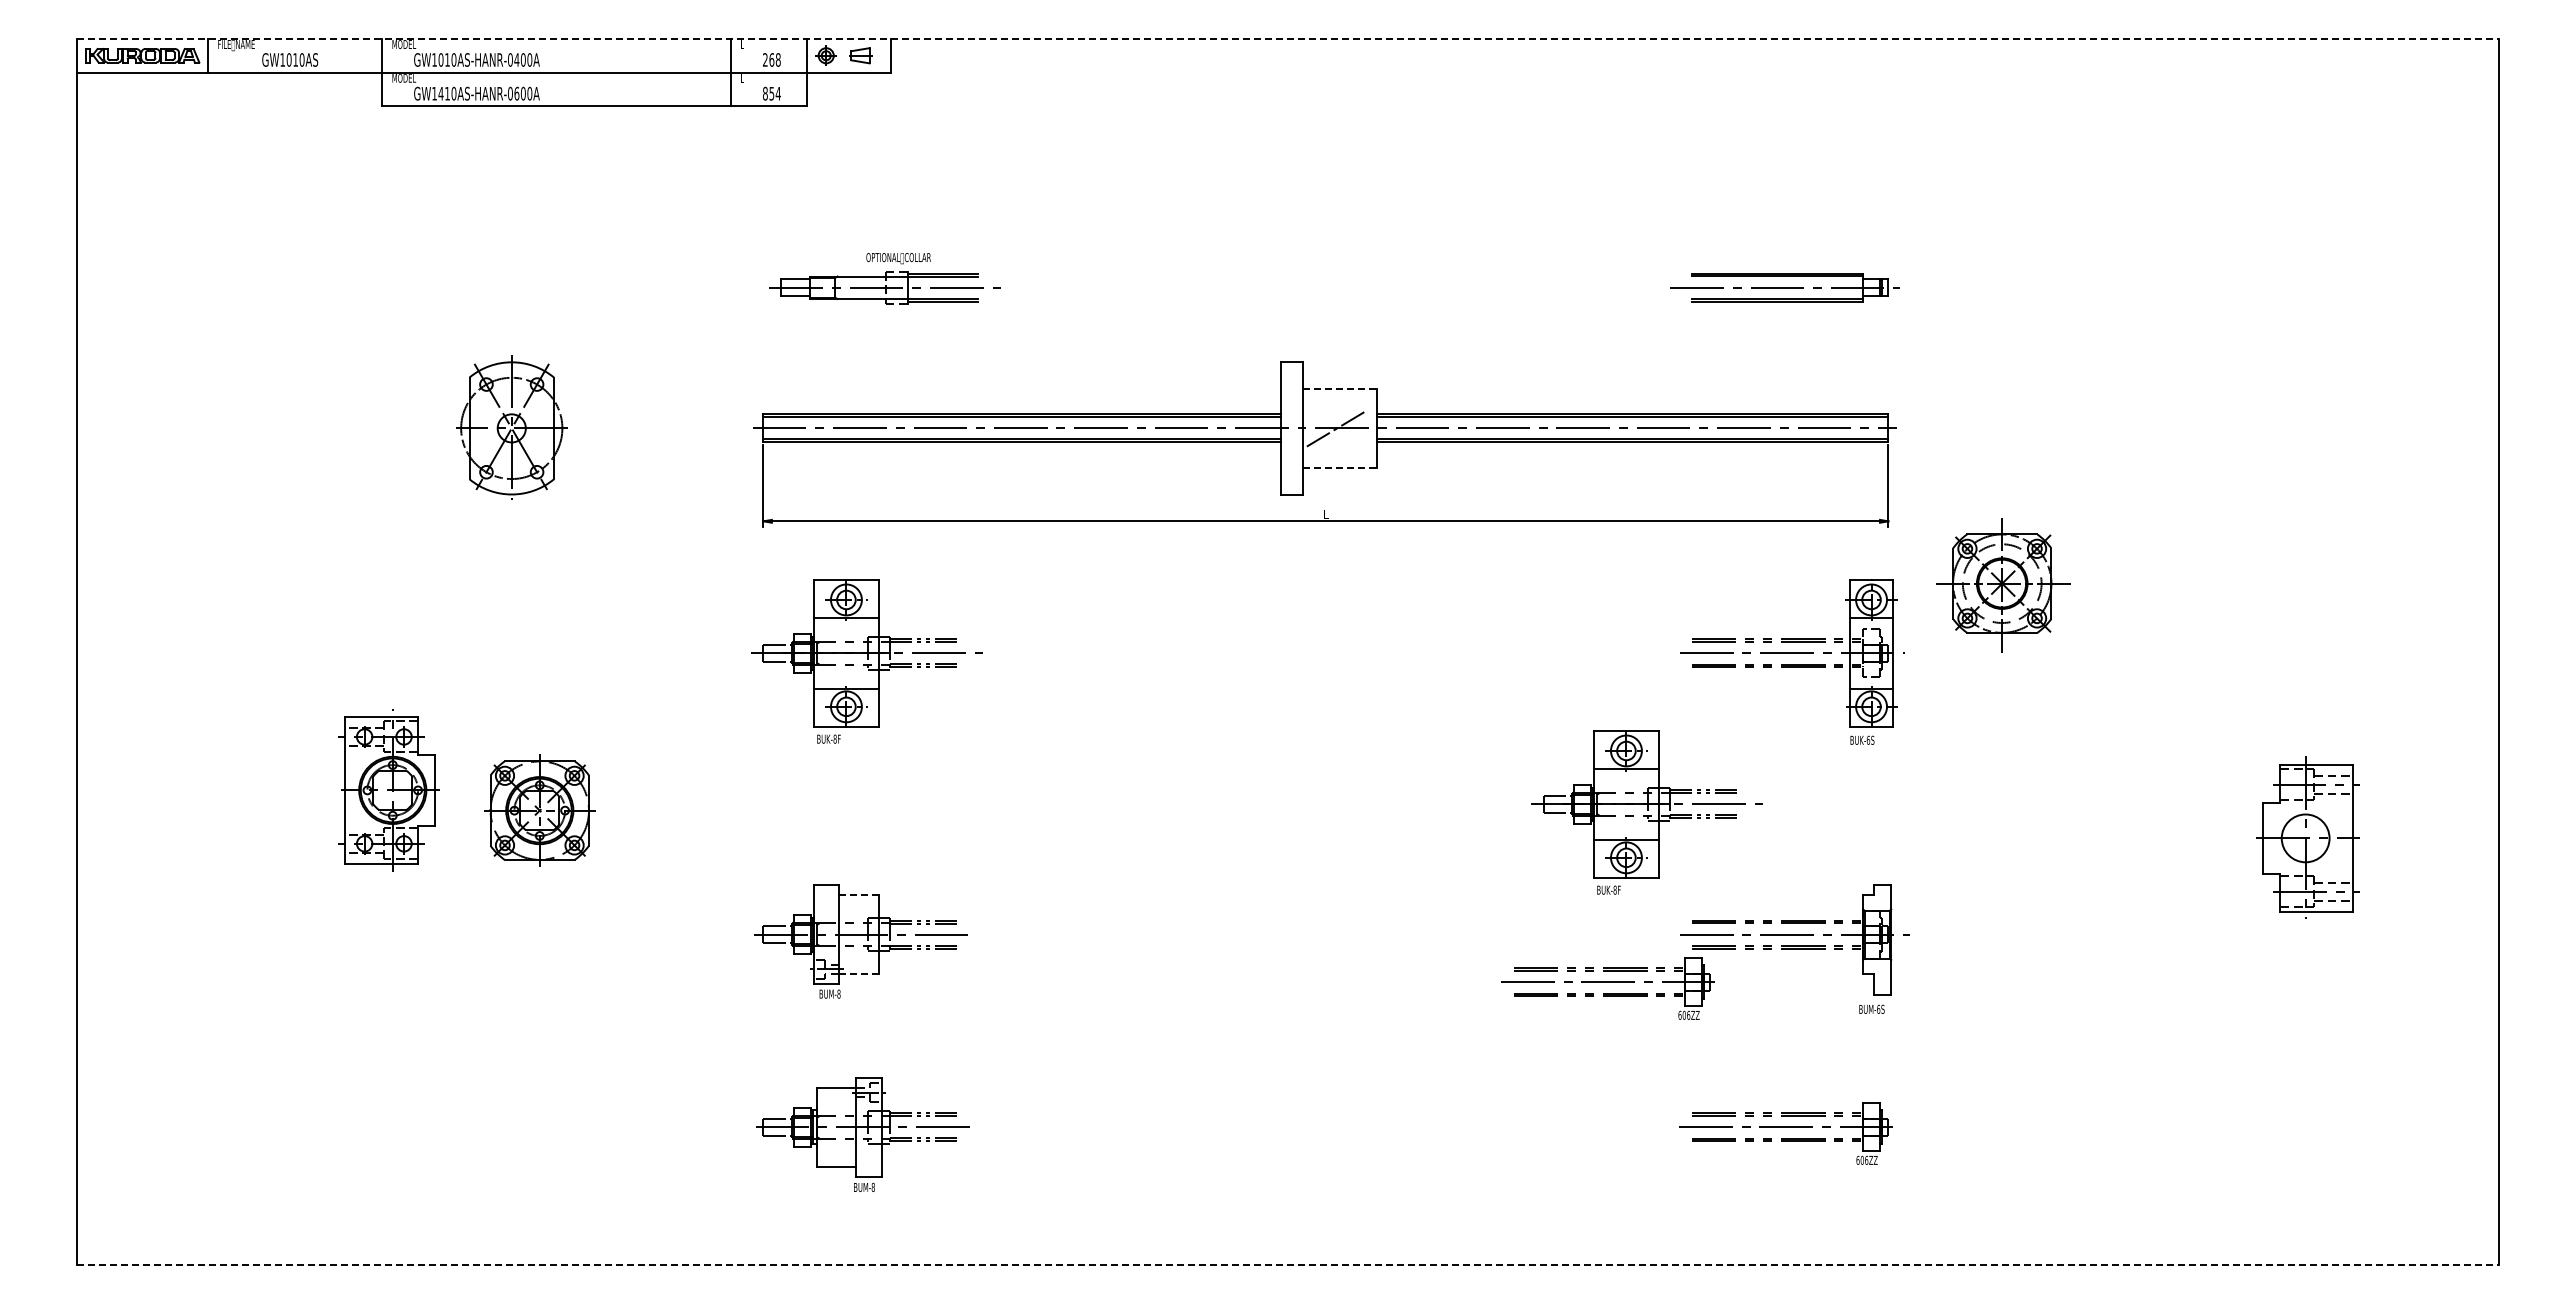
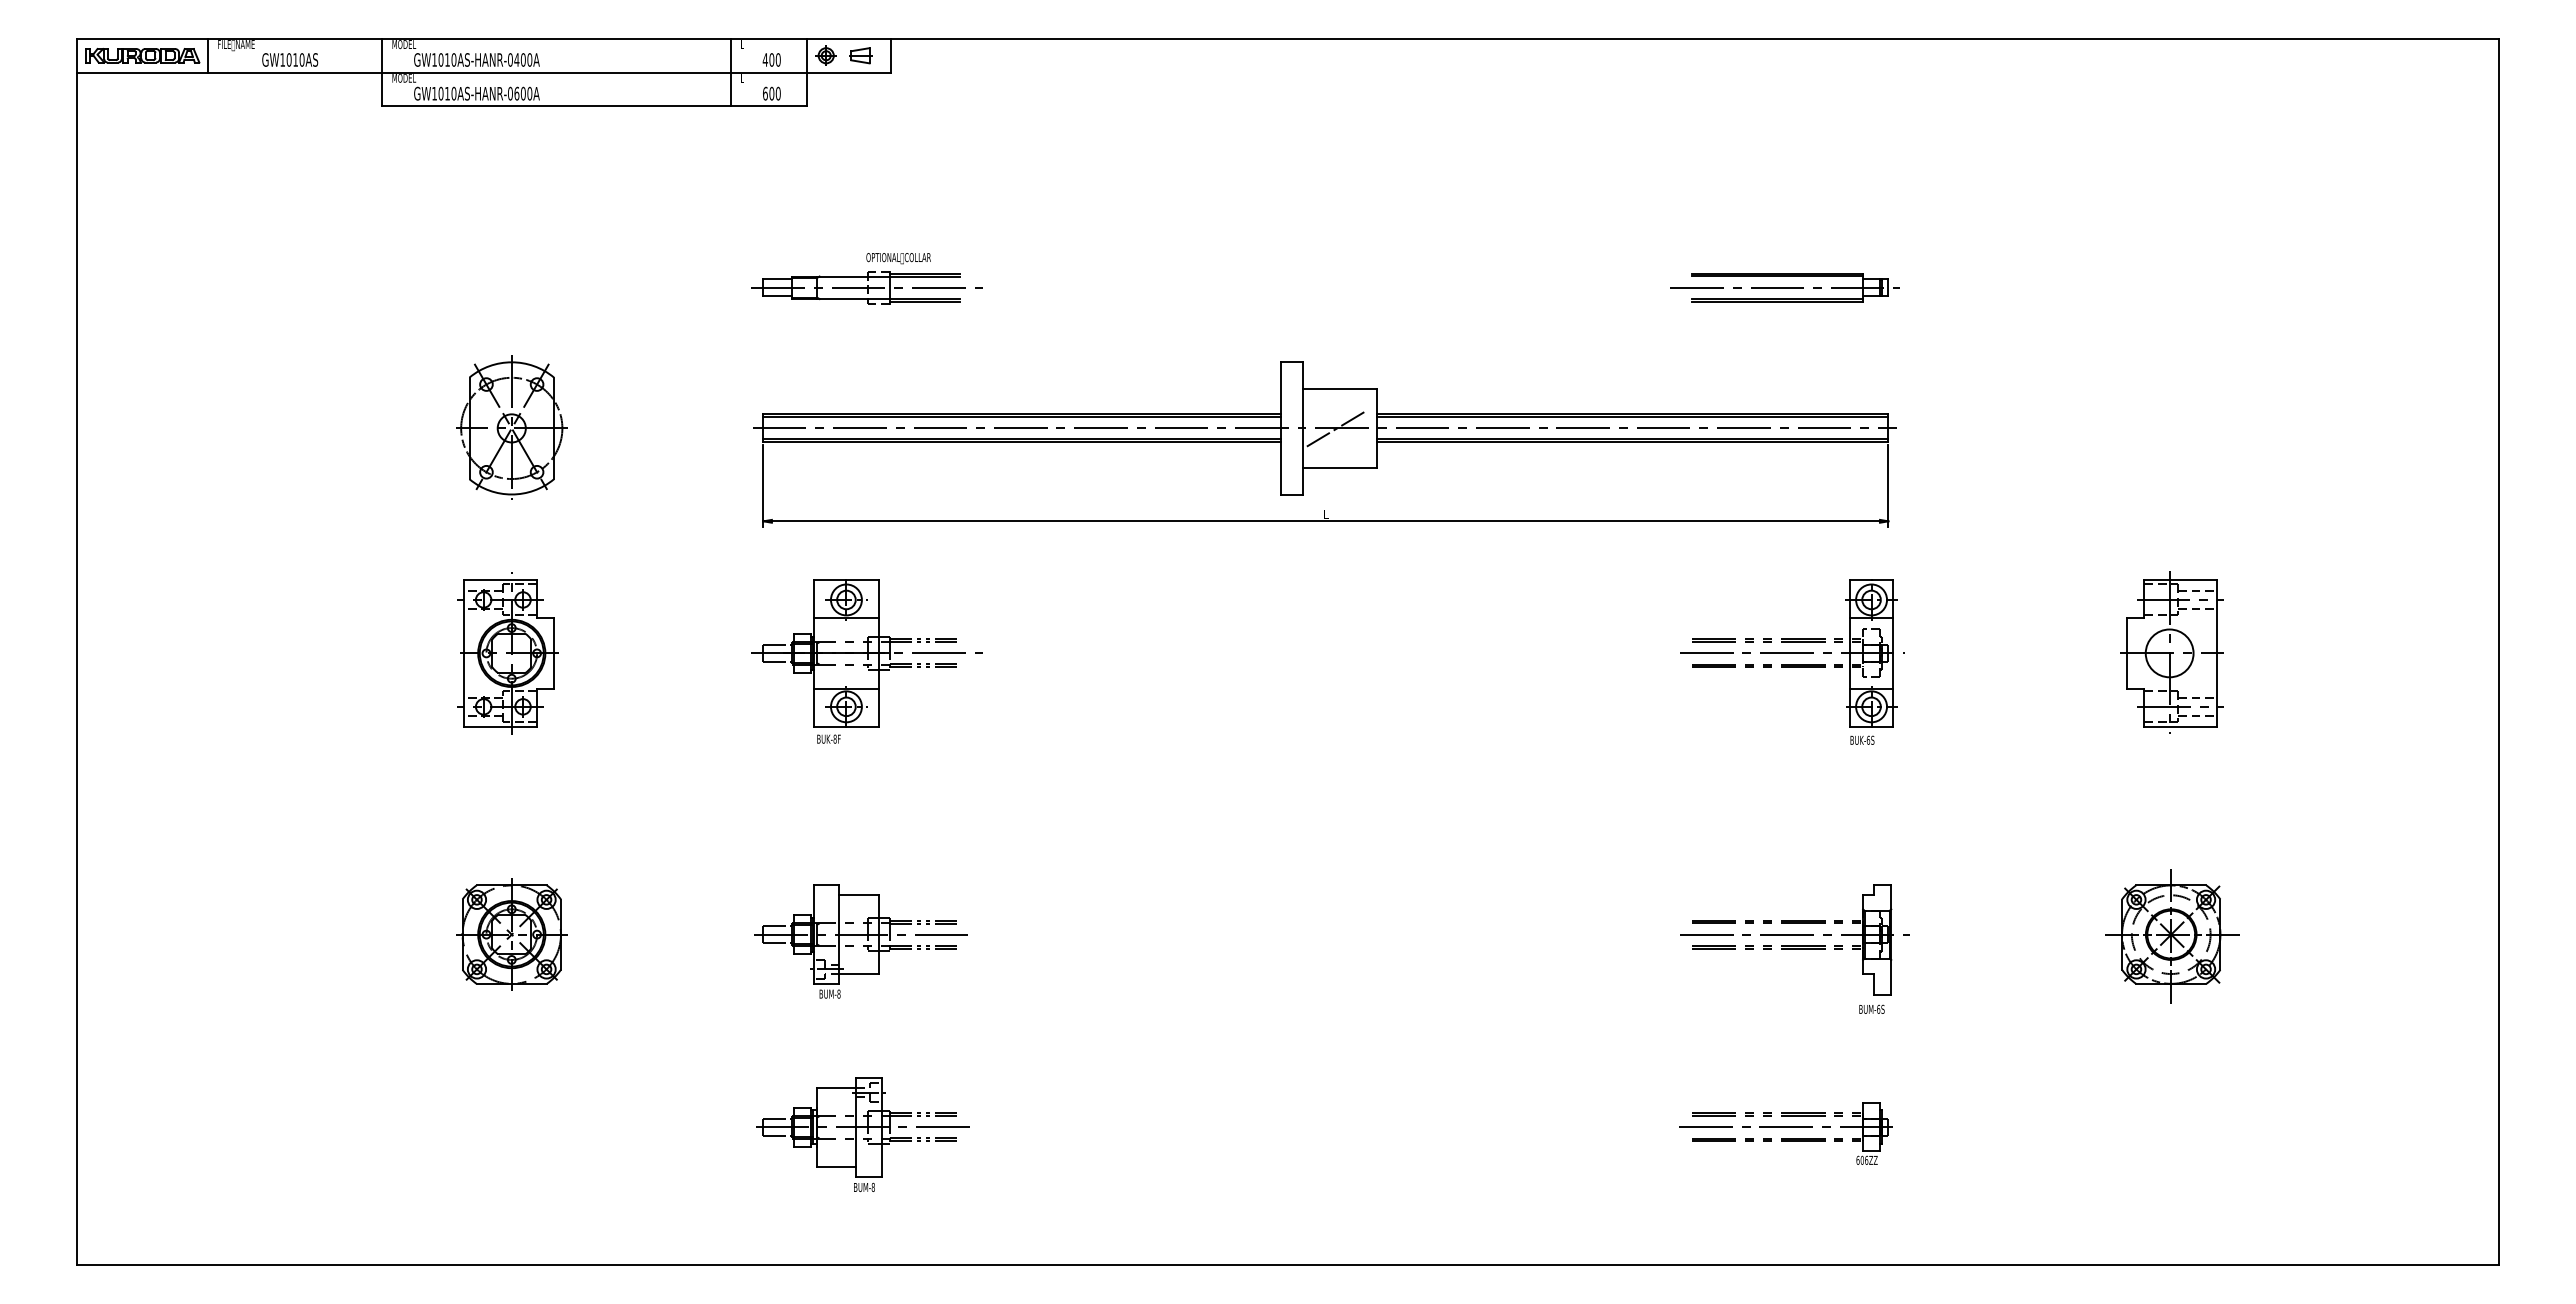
line at (1288, 38): dashed -> solid
text at (771, 59): 268 -> 400
text at (440, 93): GW1410AS-HANR-0600A -> GW1010AS-HANR-0600A
text at (771, 93): 854 -> 600
part at (884, 287) position: (884, 287) -> (866, 287)
line at (1340, 389): dashed -> solid
line at (1340, 467): dashed -> solid
part at (2003, 585) position: (2003, 585) -> (2172, 936)
part at (388, 790) position: (388, 790) -> (507, 653)
part at (539, 810) position: (539, 810) -> (511, 934)
part at (1646, 812): present -> none
part at (2307, 837) position: (2307, 837) -> (2171, 652)
line at (859, 895): dashed -> solid
line at (859, 974): dashed -> solid
part at (1607, 988): present -> none
line at (1288, 1265): dashed -> solid
